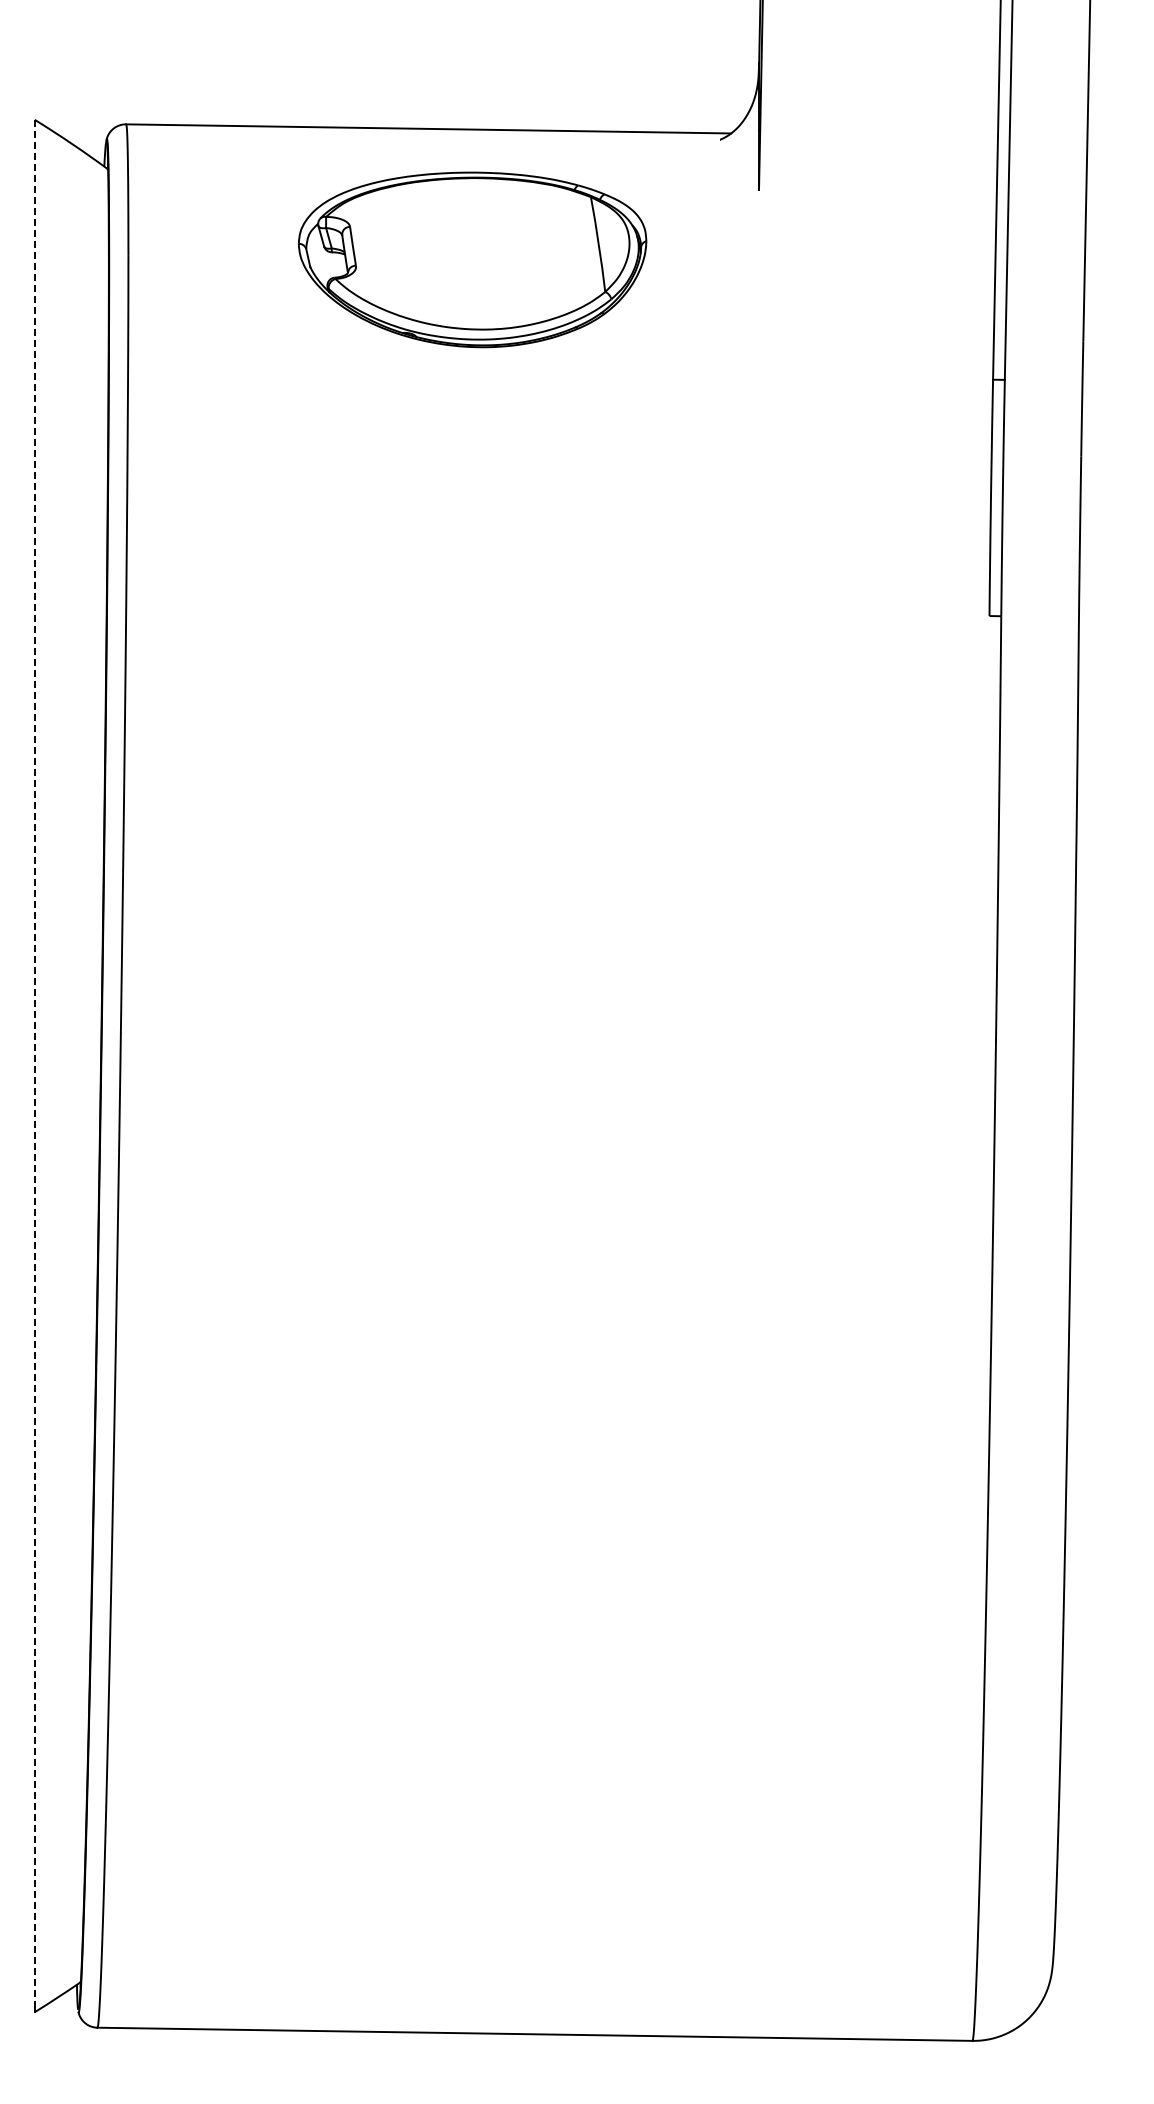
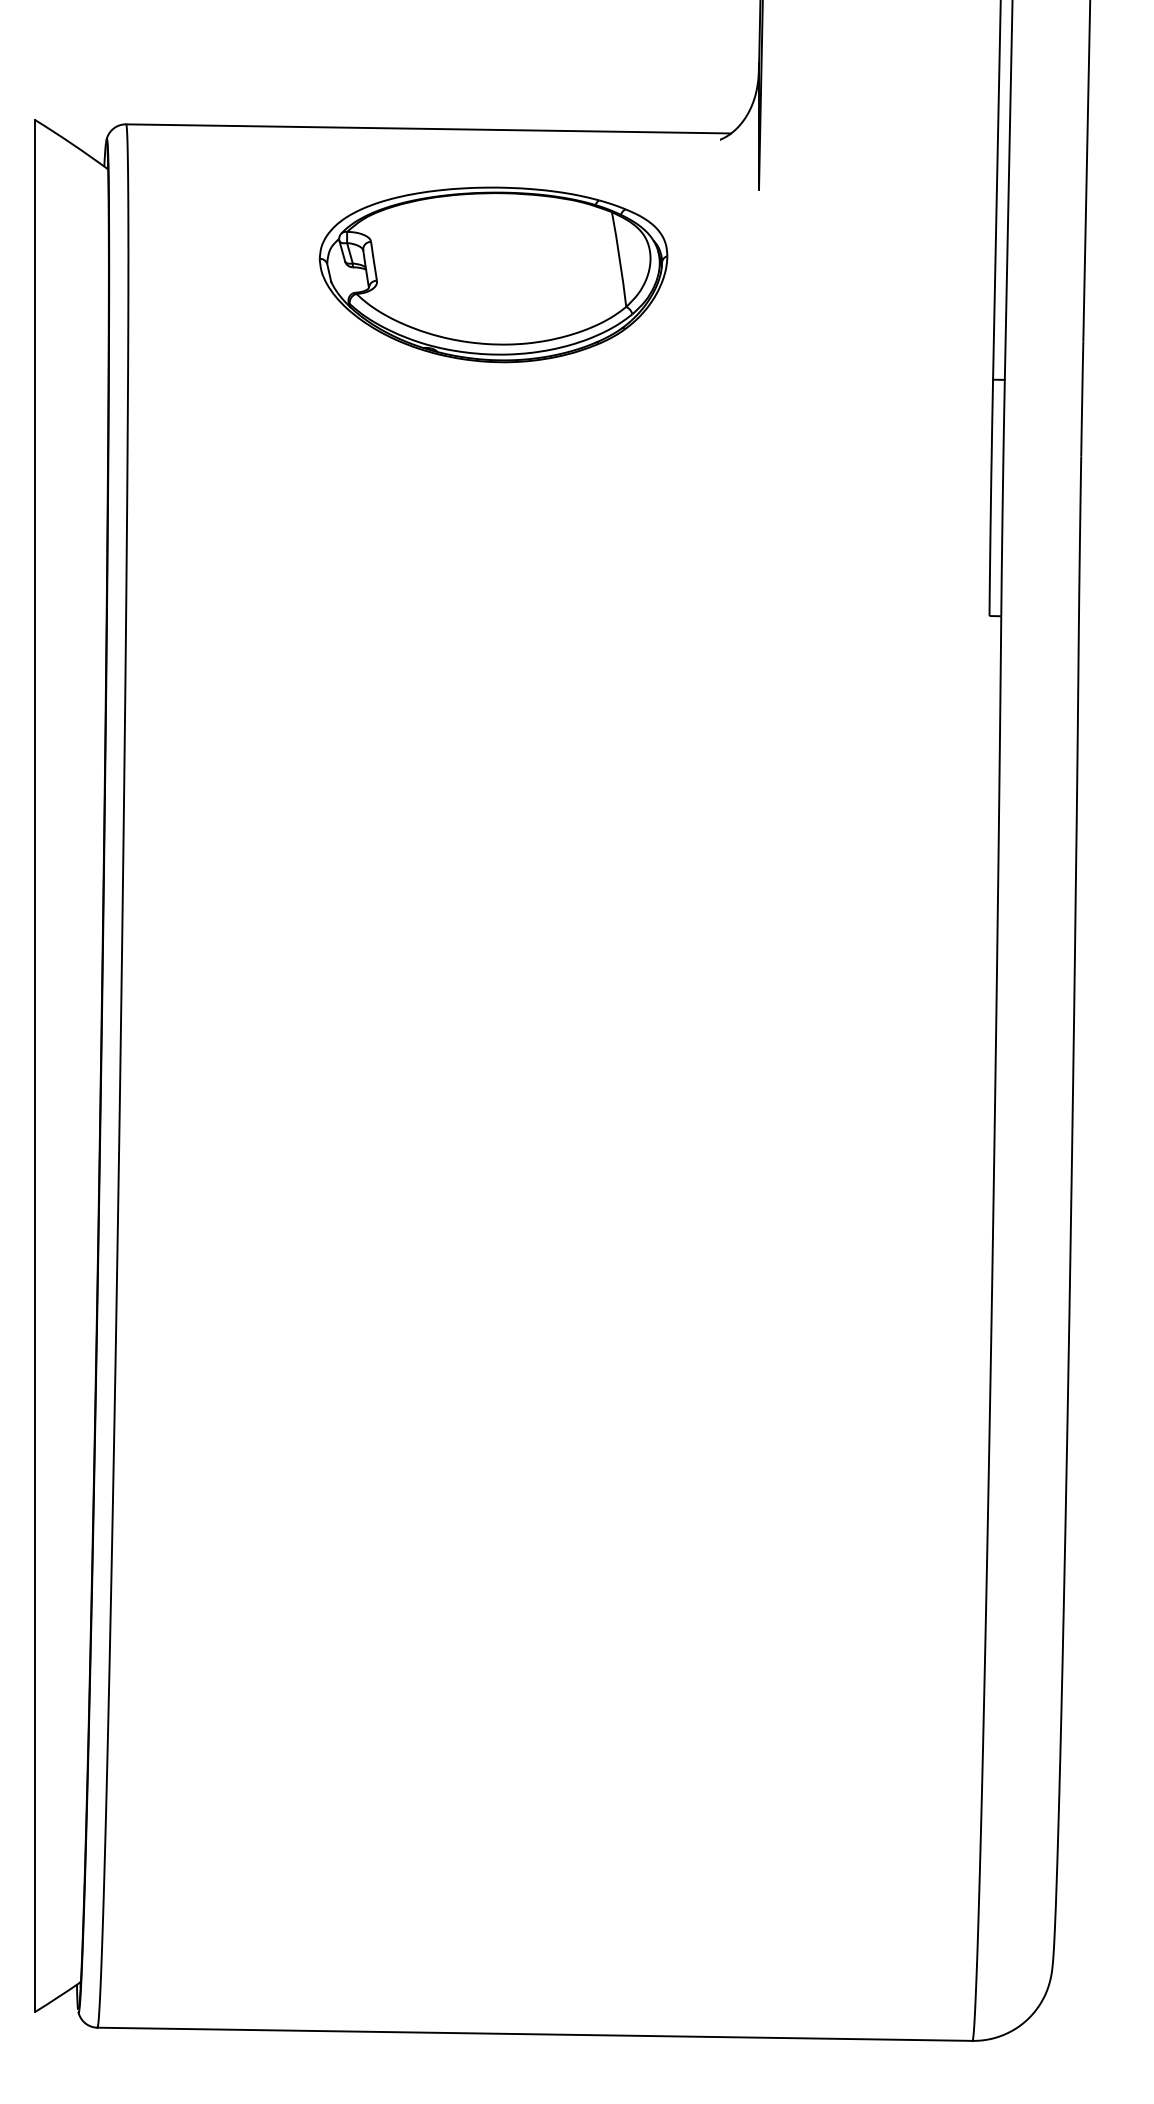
part at (472, 259) position: (472, 259) -> (493, 274)
line at (34, 1064): dashed -> solid
